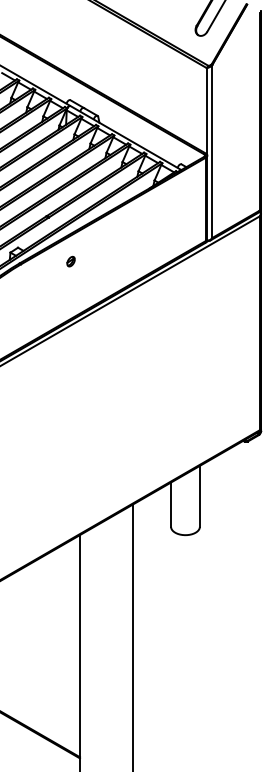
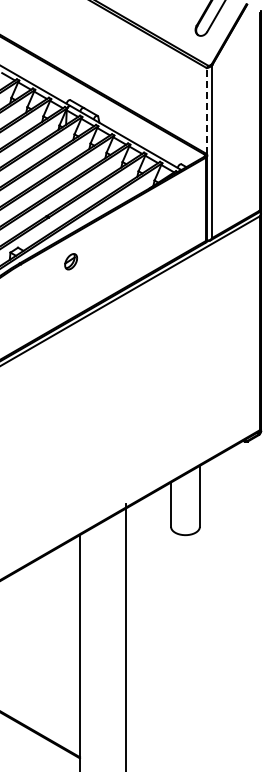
line at (206, 110): solid -> dashed
part at (70, 261) size: 10x13 px -> 14x18 px
line at (133, 636) position: (133, 636) -> (126, 636)
